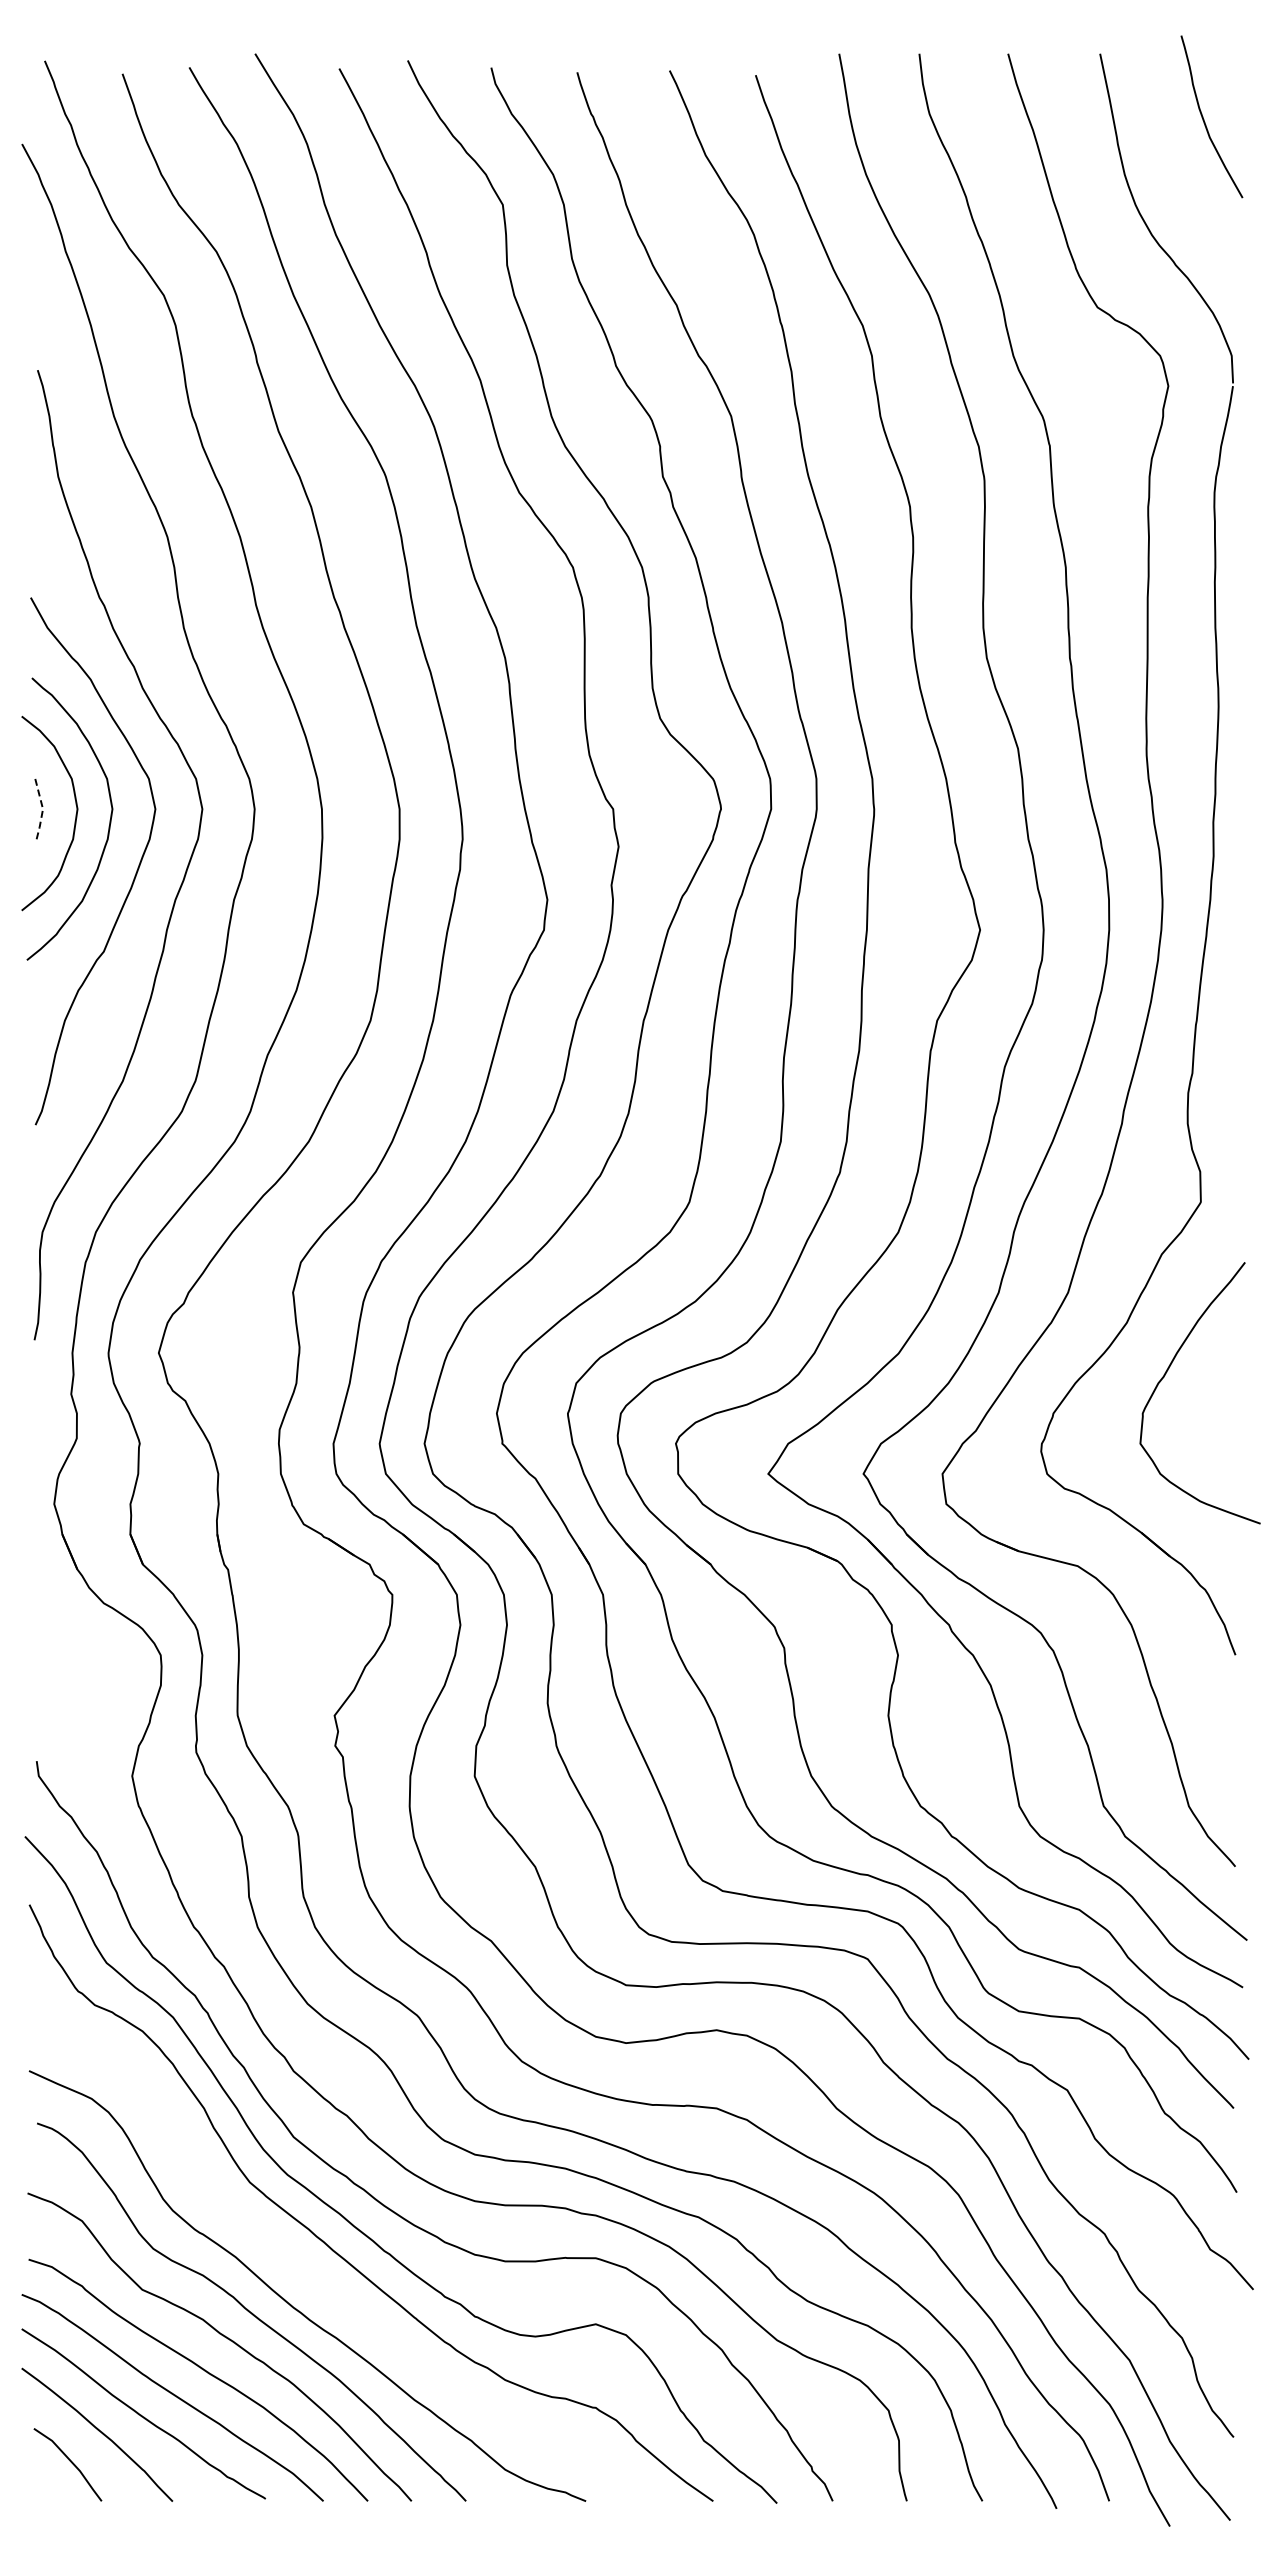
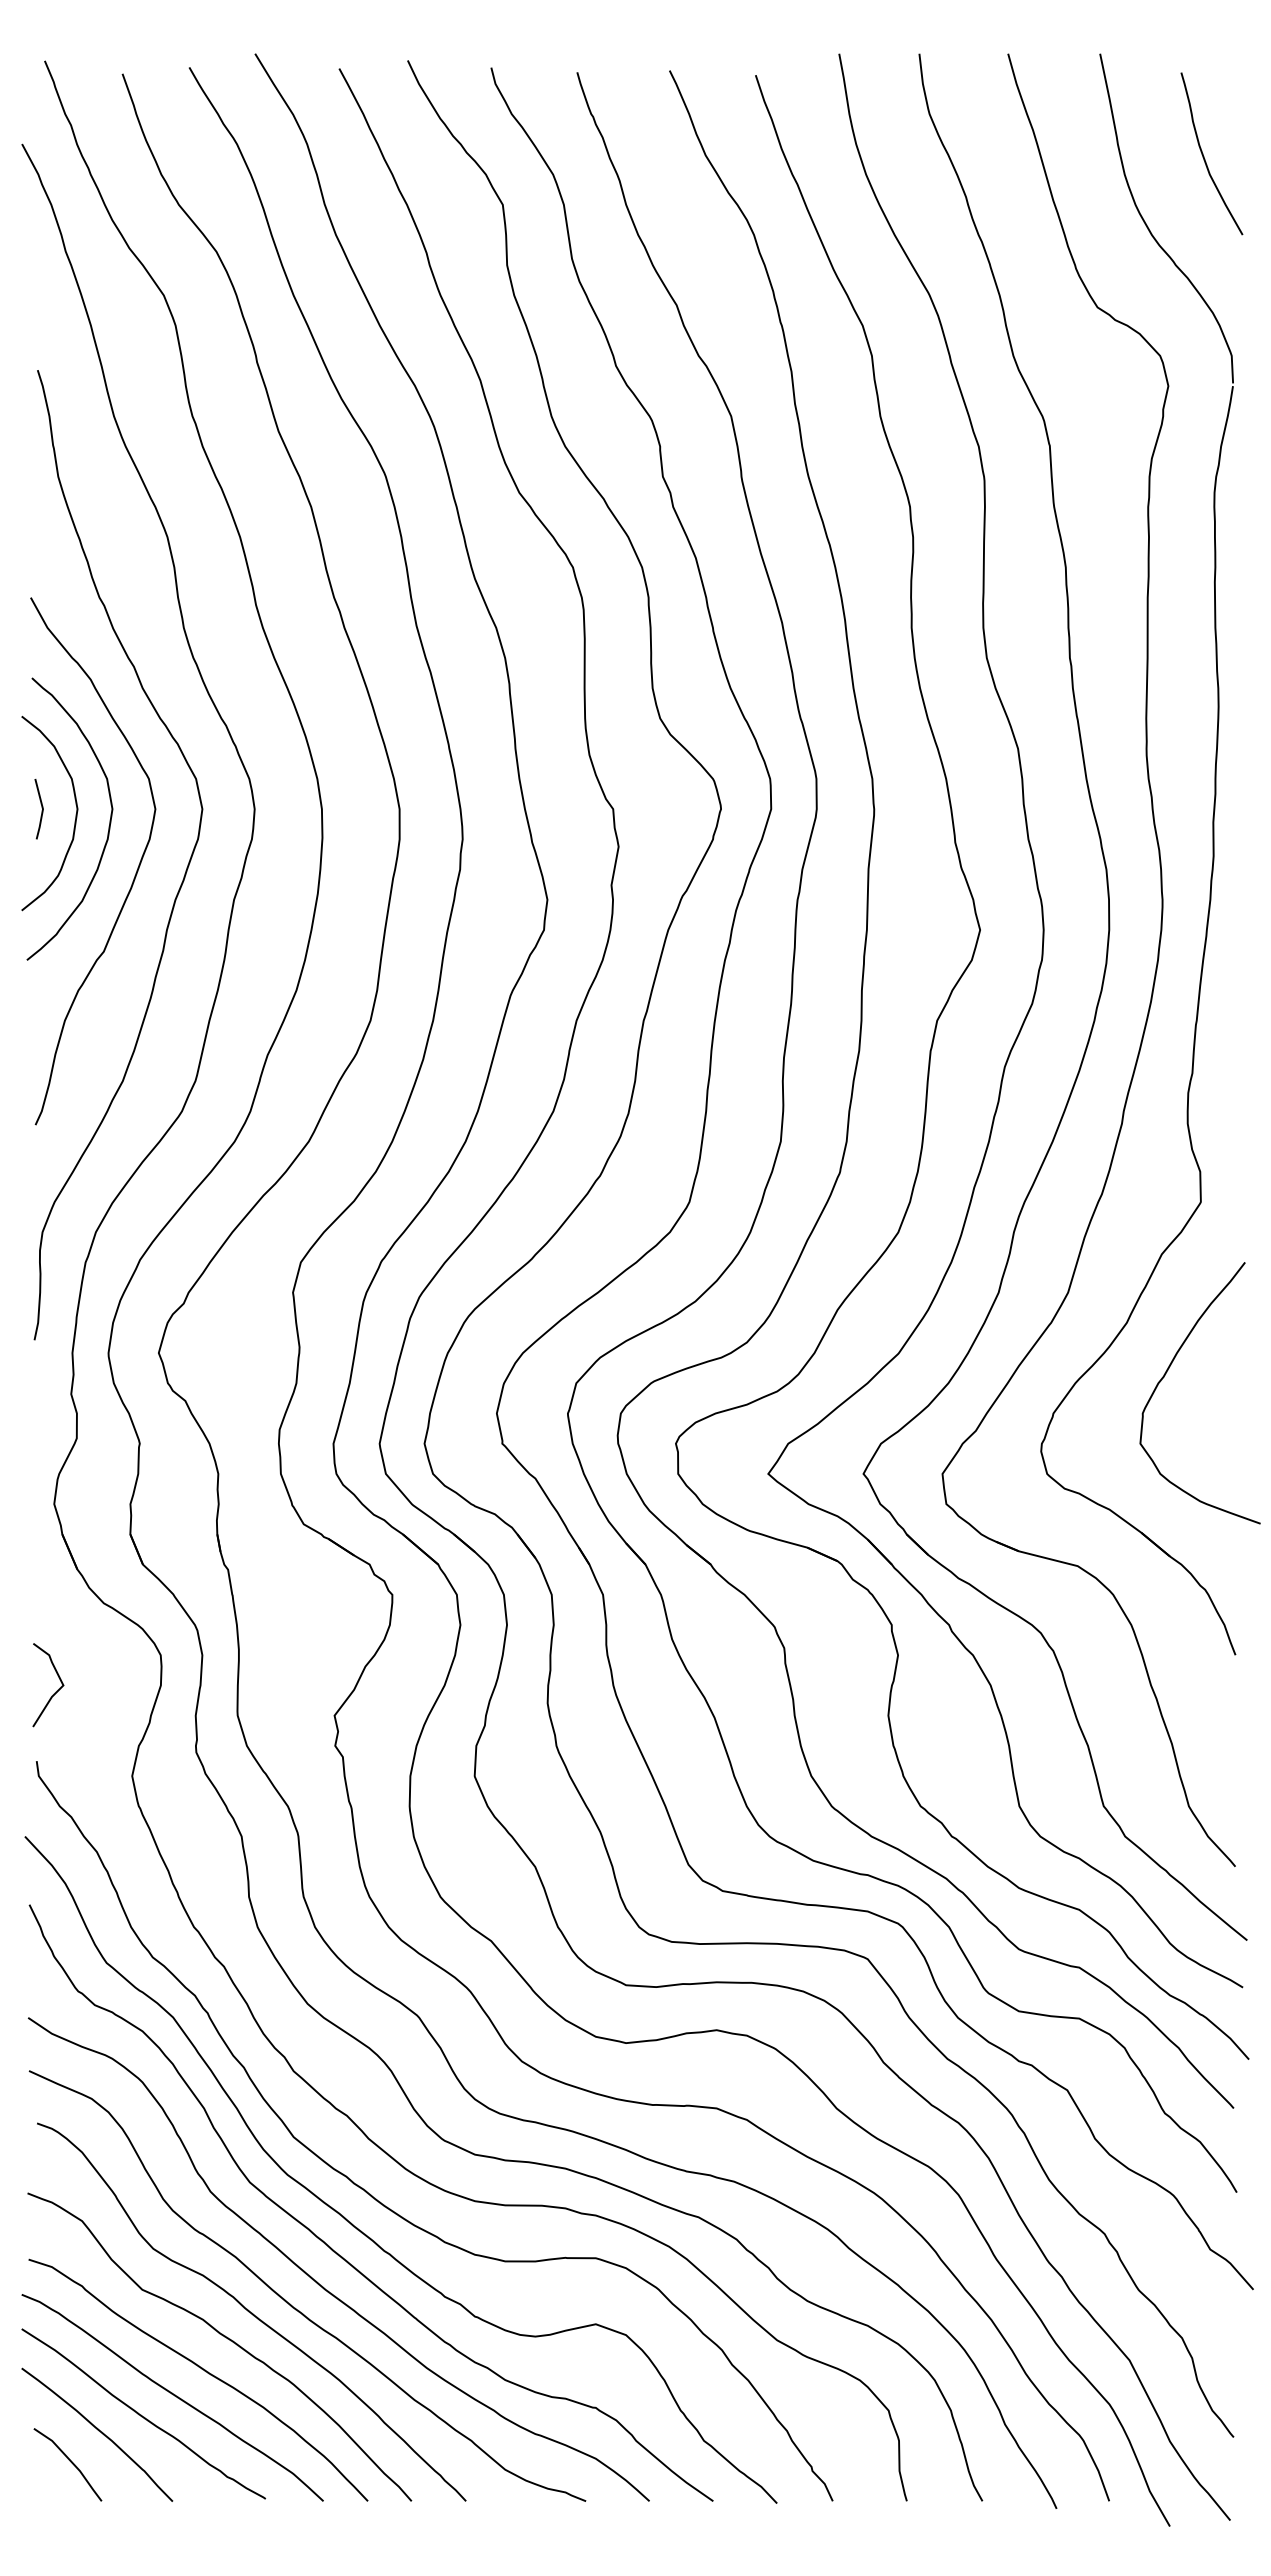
curve at (1204, 119) position: (1204, 119) -> (1204, 156)
line at (43, 809): dashed -> solid
curve at (55, 1691): none -> present
curve at (316, 2280): none -> present
